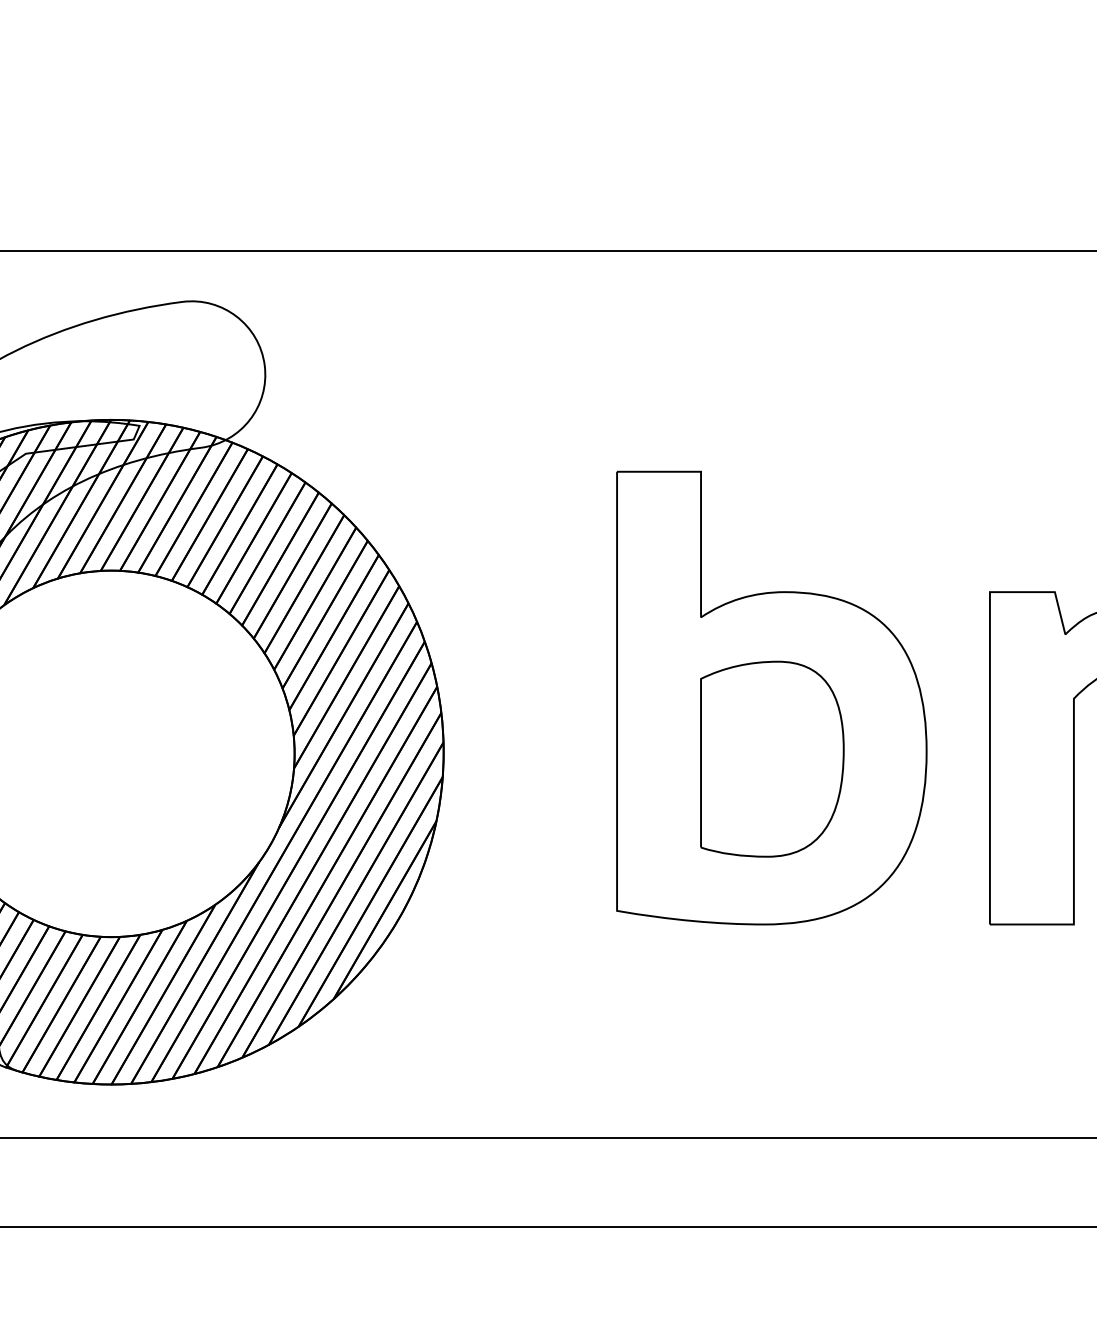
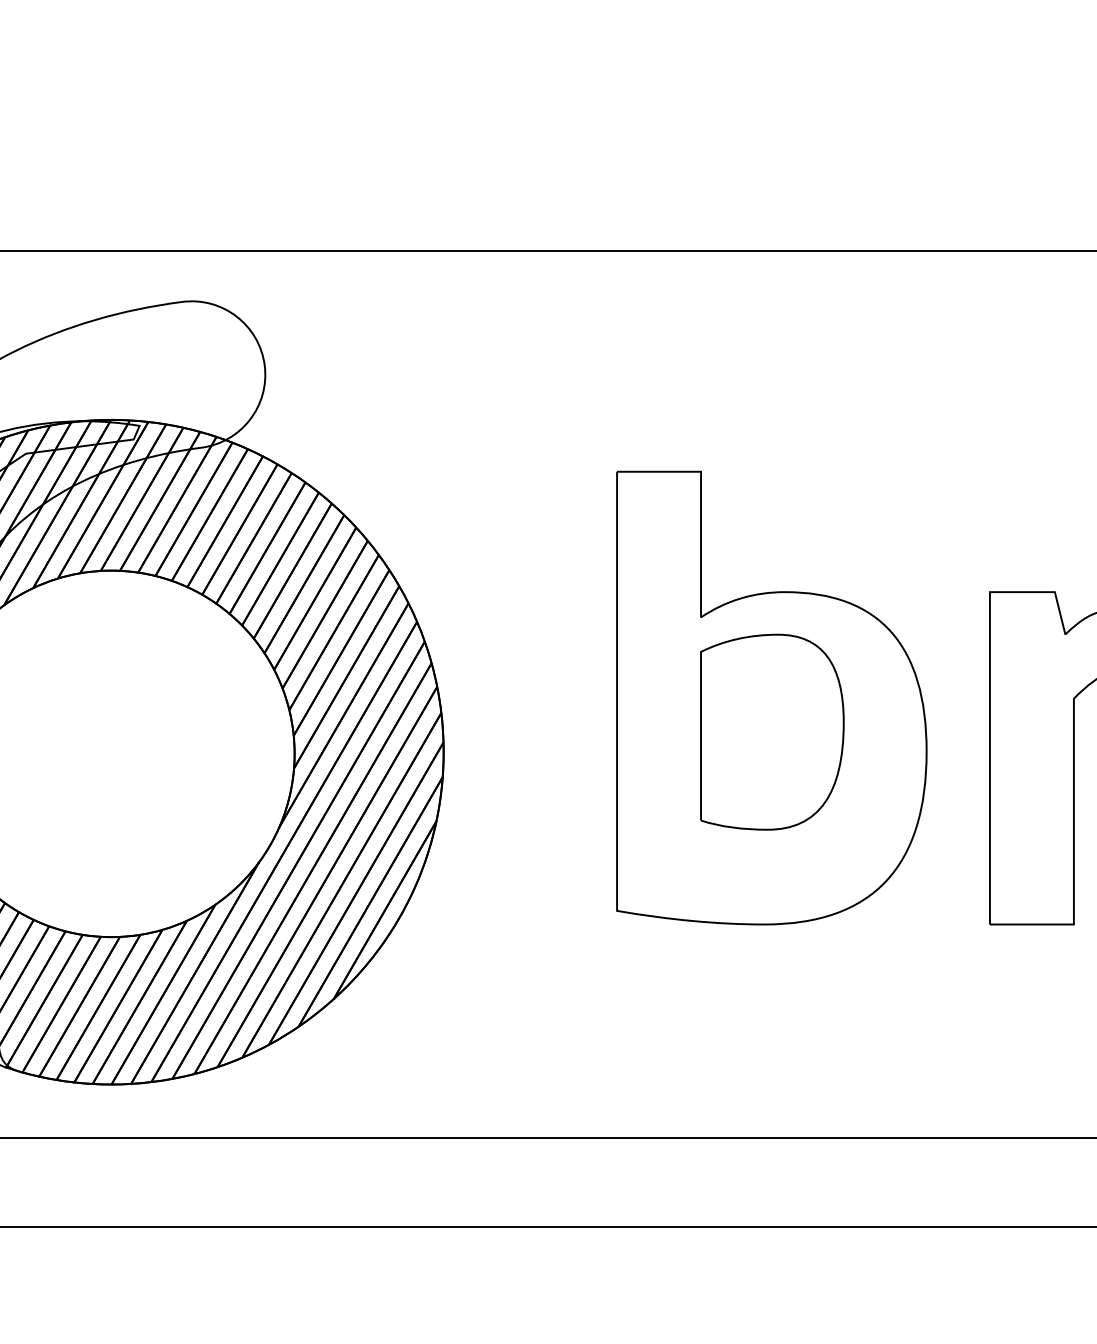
part at (772, 758) position: (772, 758) -> (772, 731)
